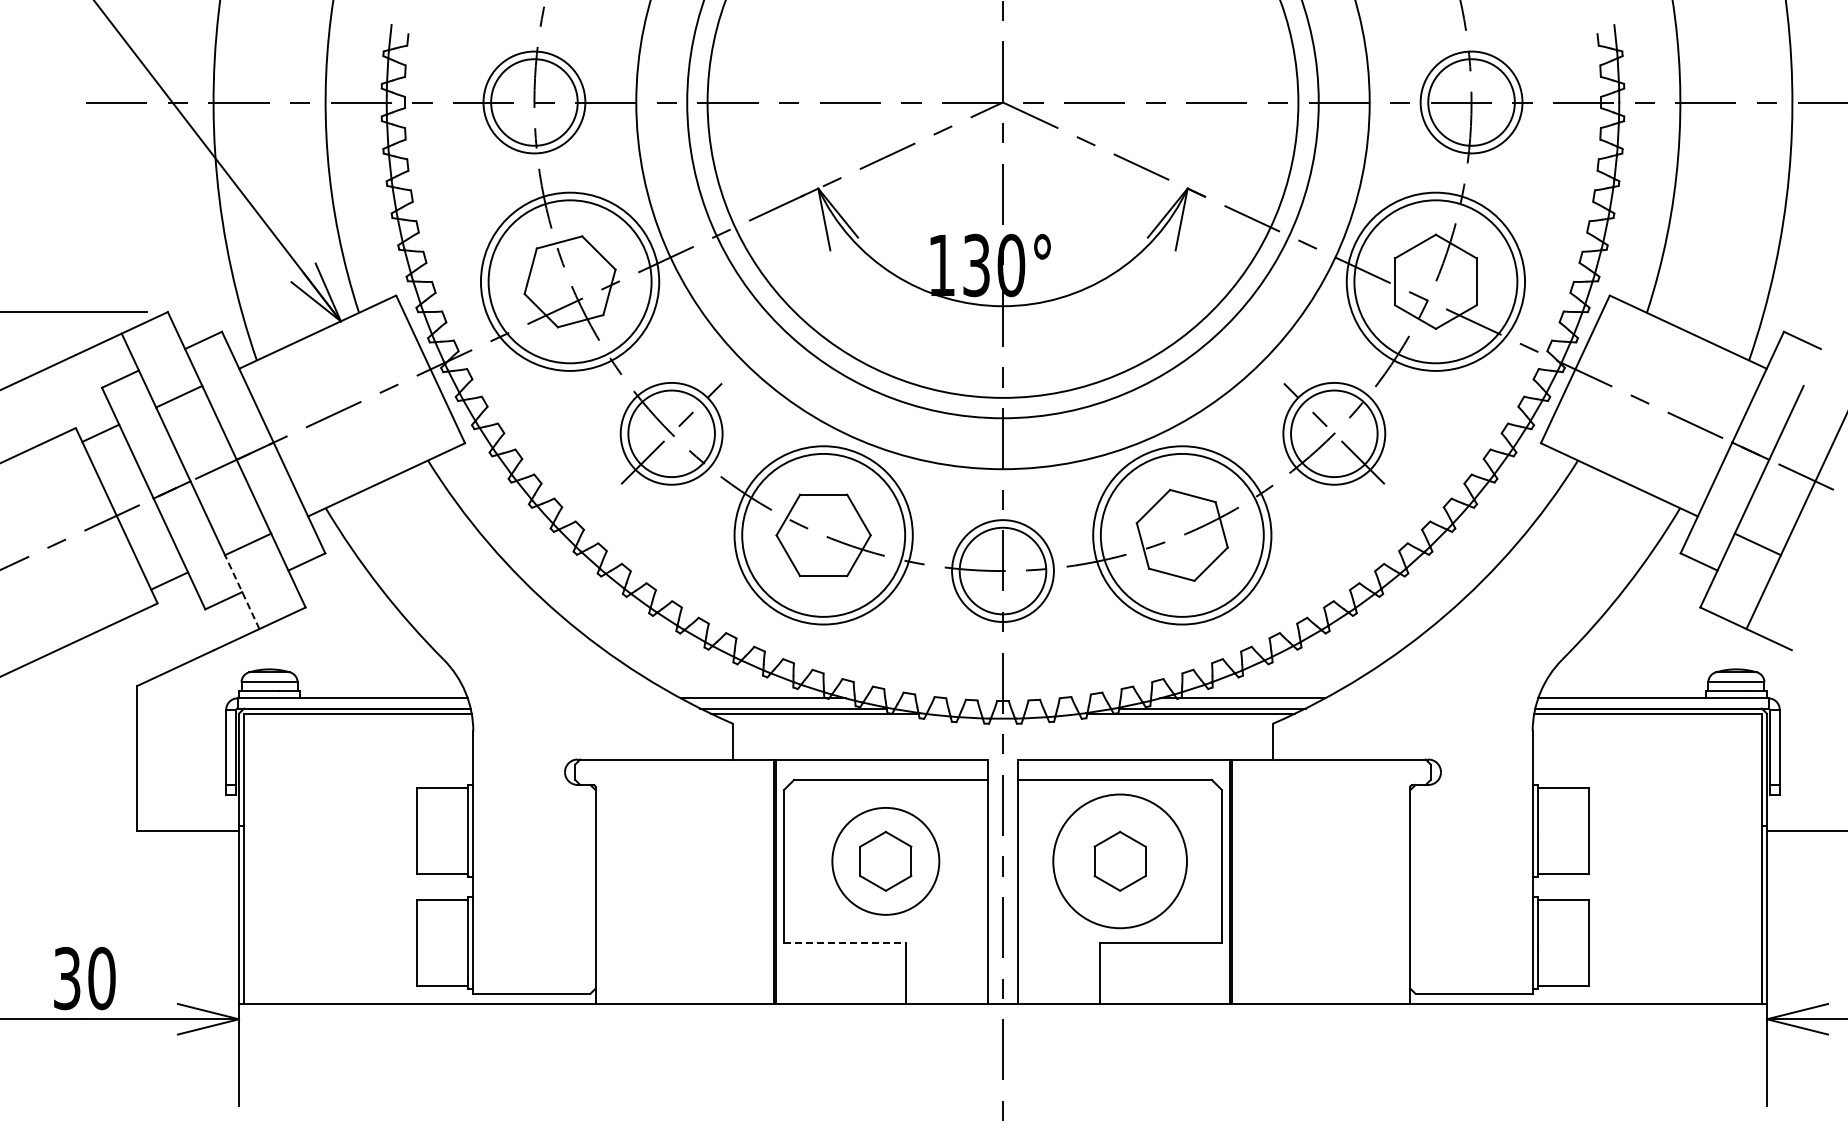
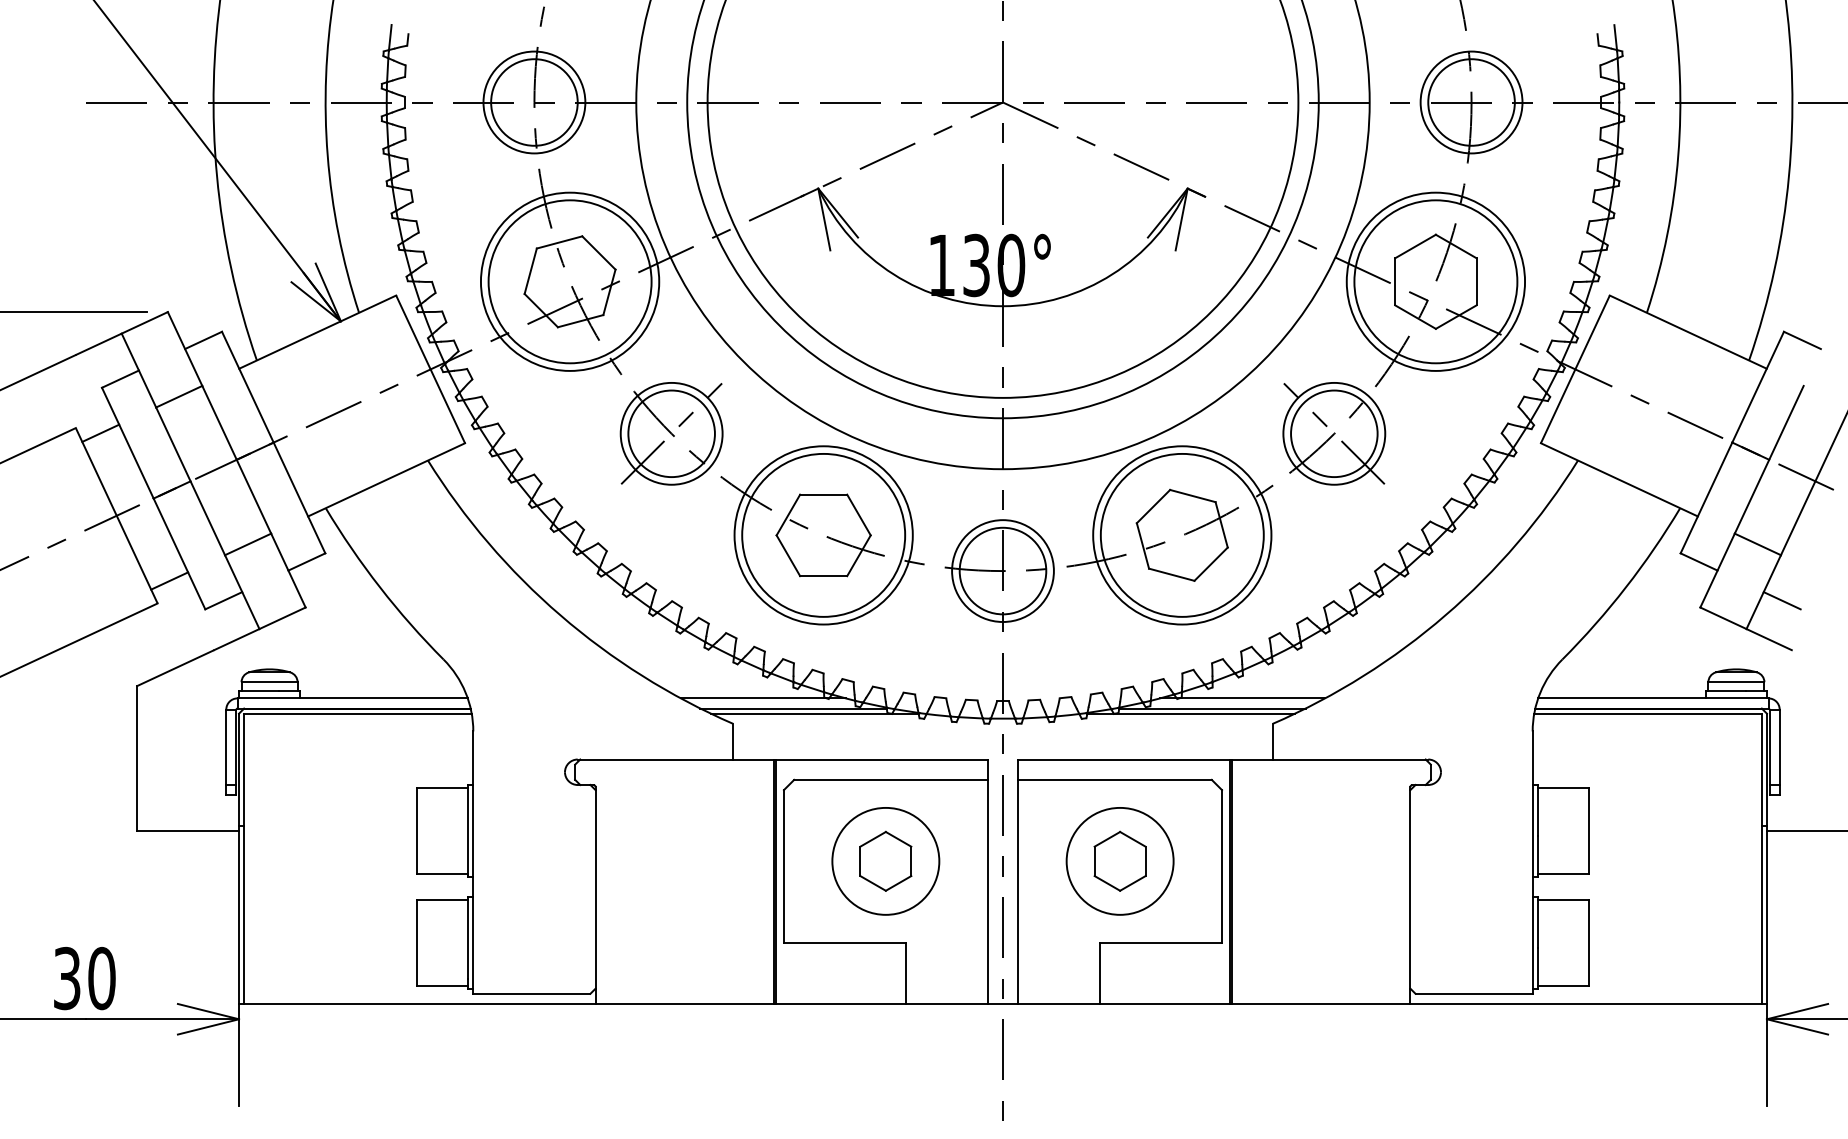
line at (242, 592): dashed -> solid
line at (1781, 600): none -> present
circle at (1119, 861) diameter: 134 px -> 107 px
line at (845, 942): dashed -> solid
